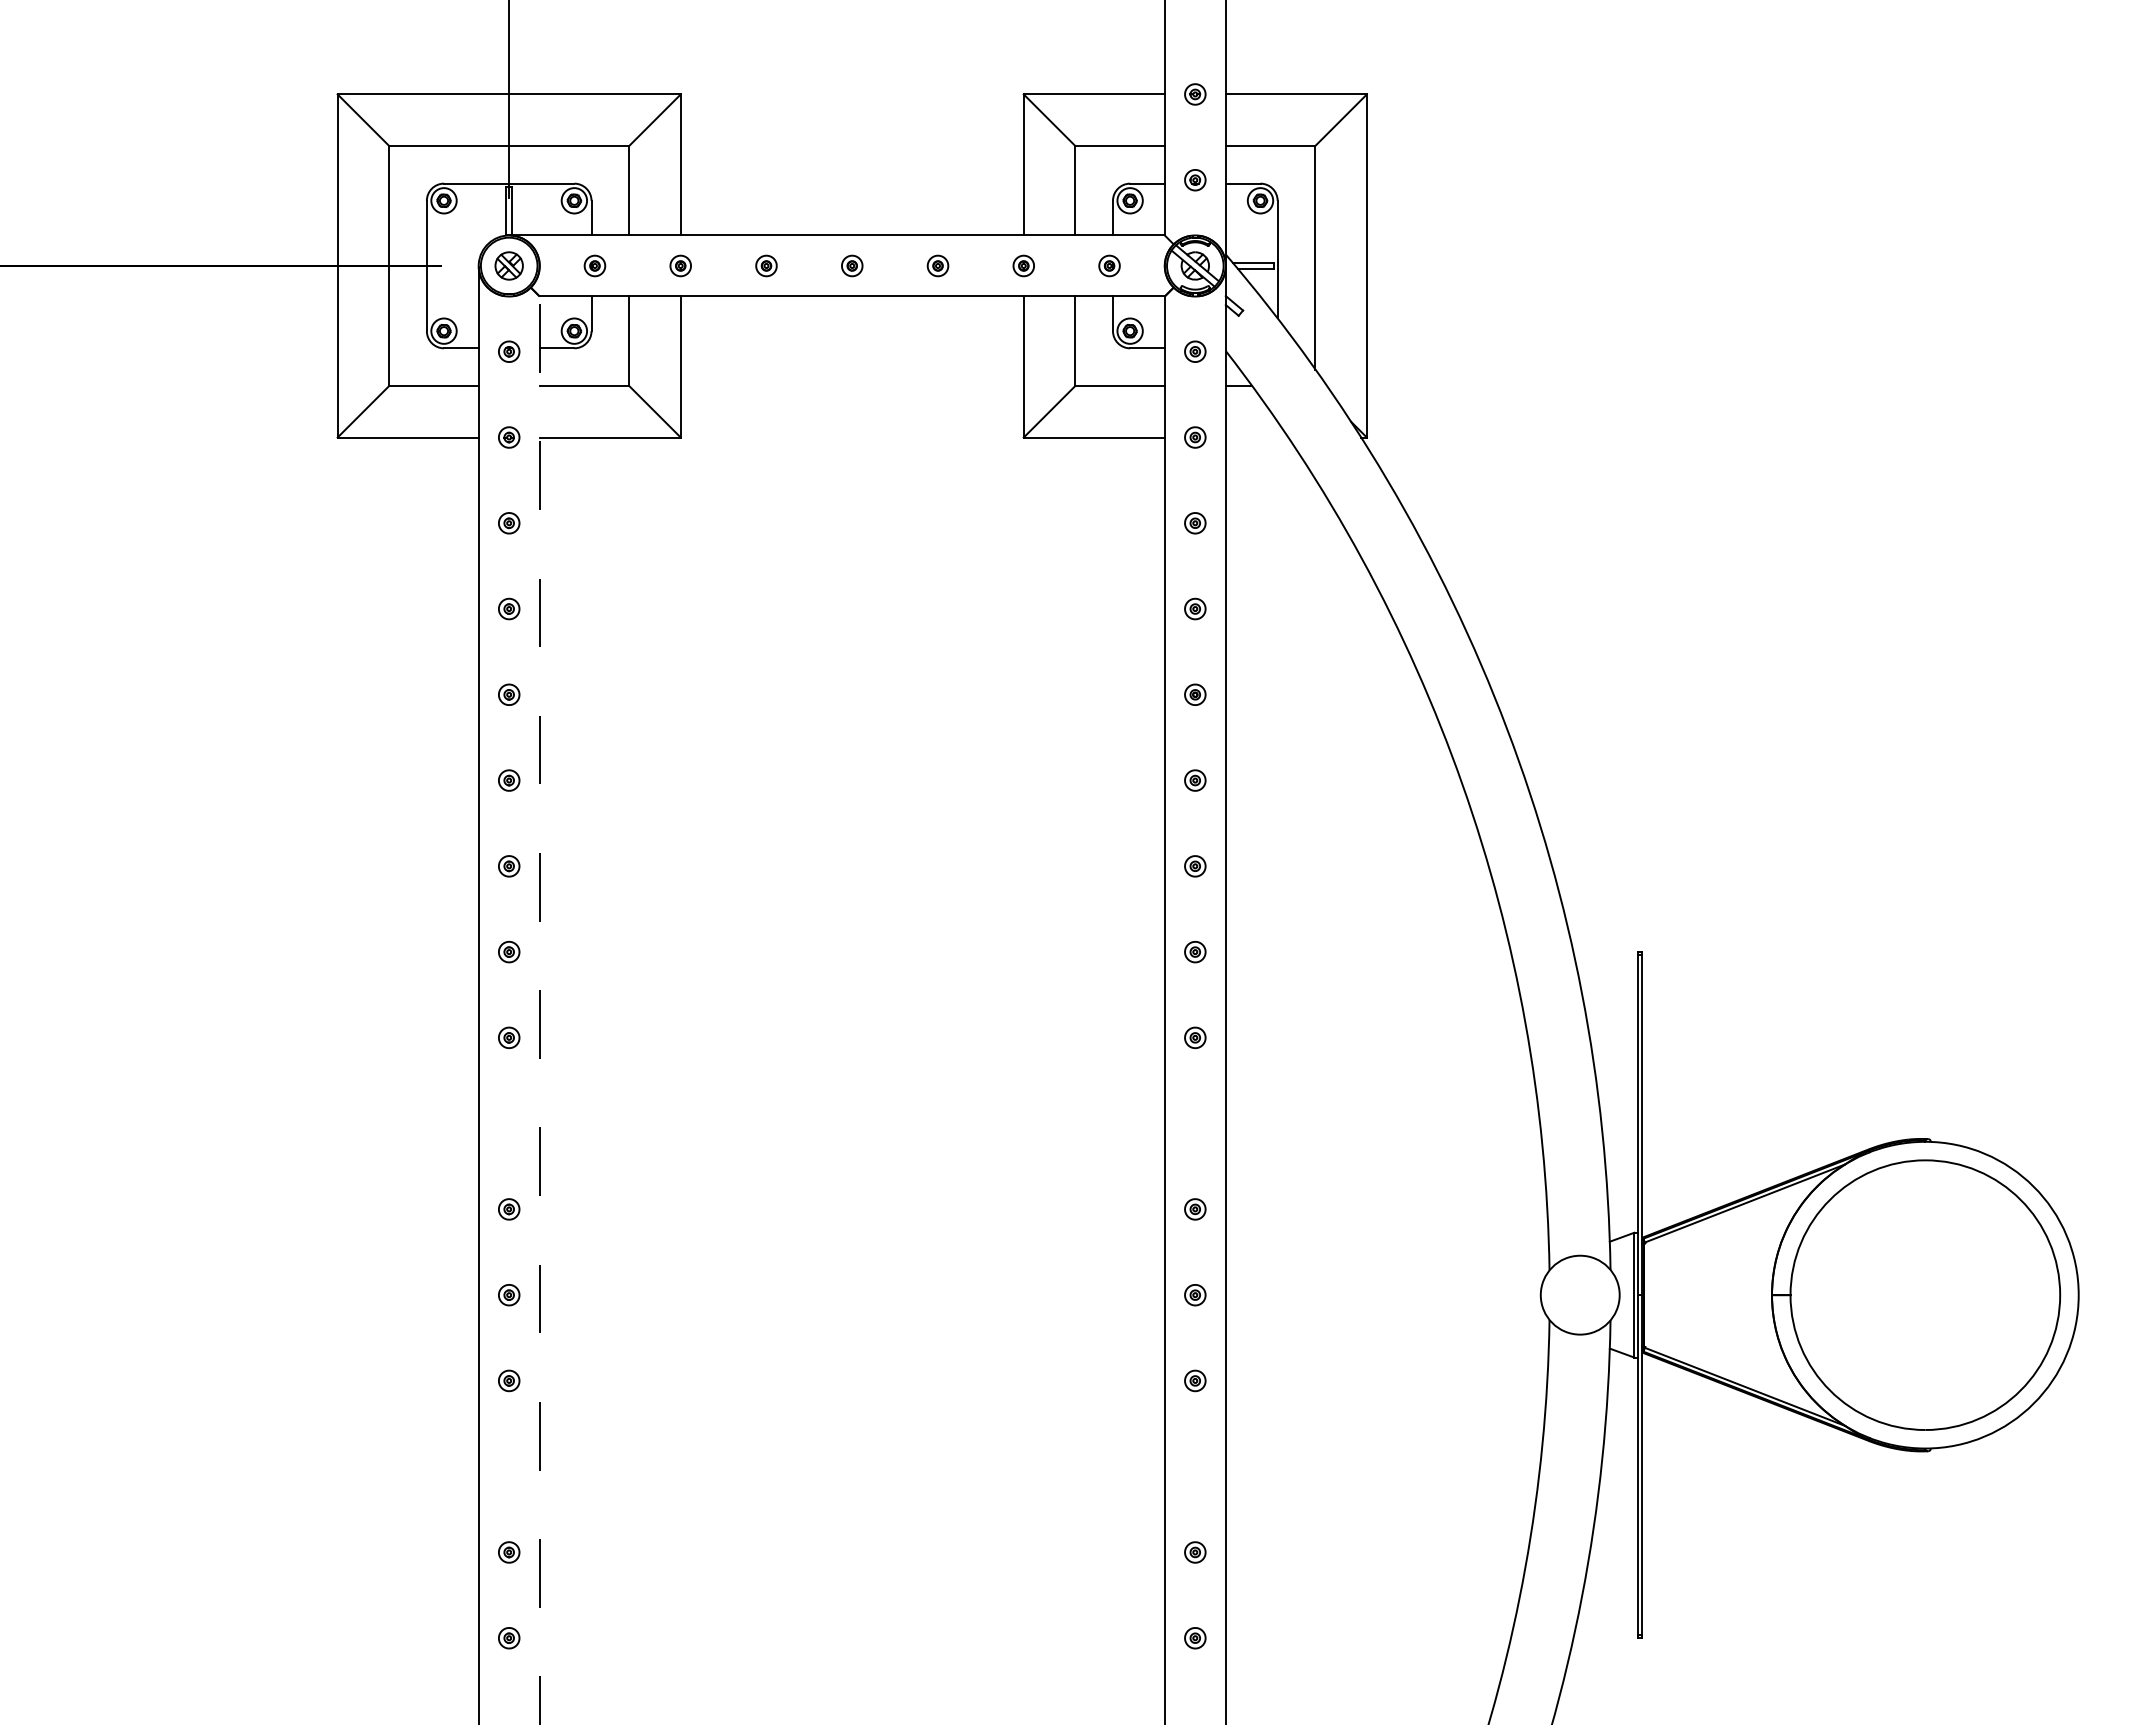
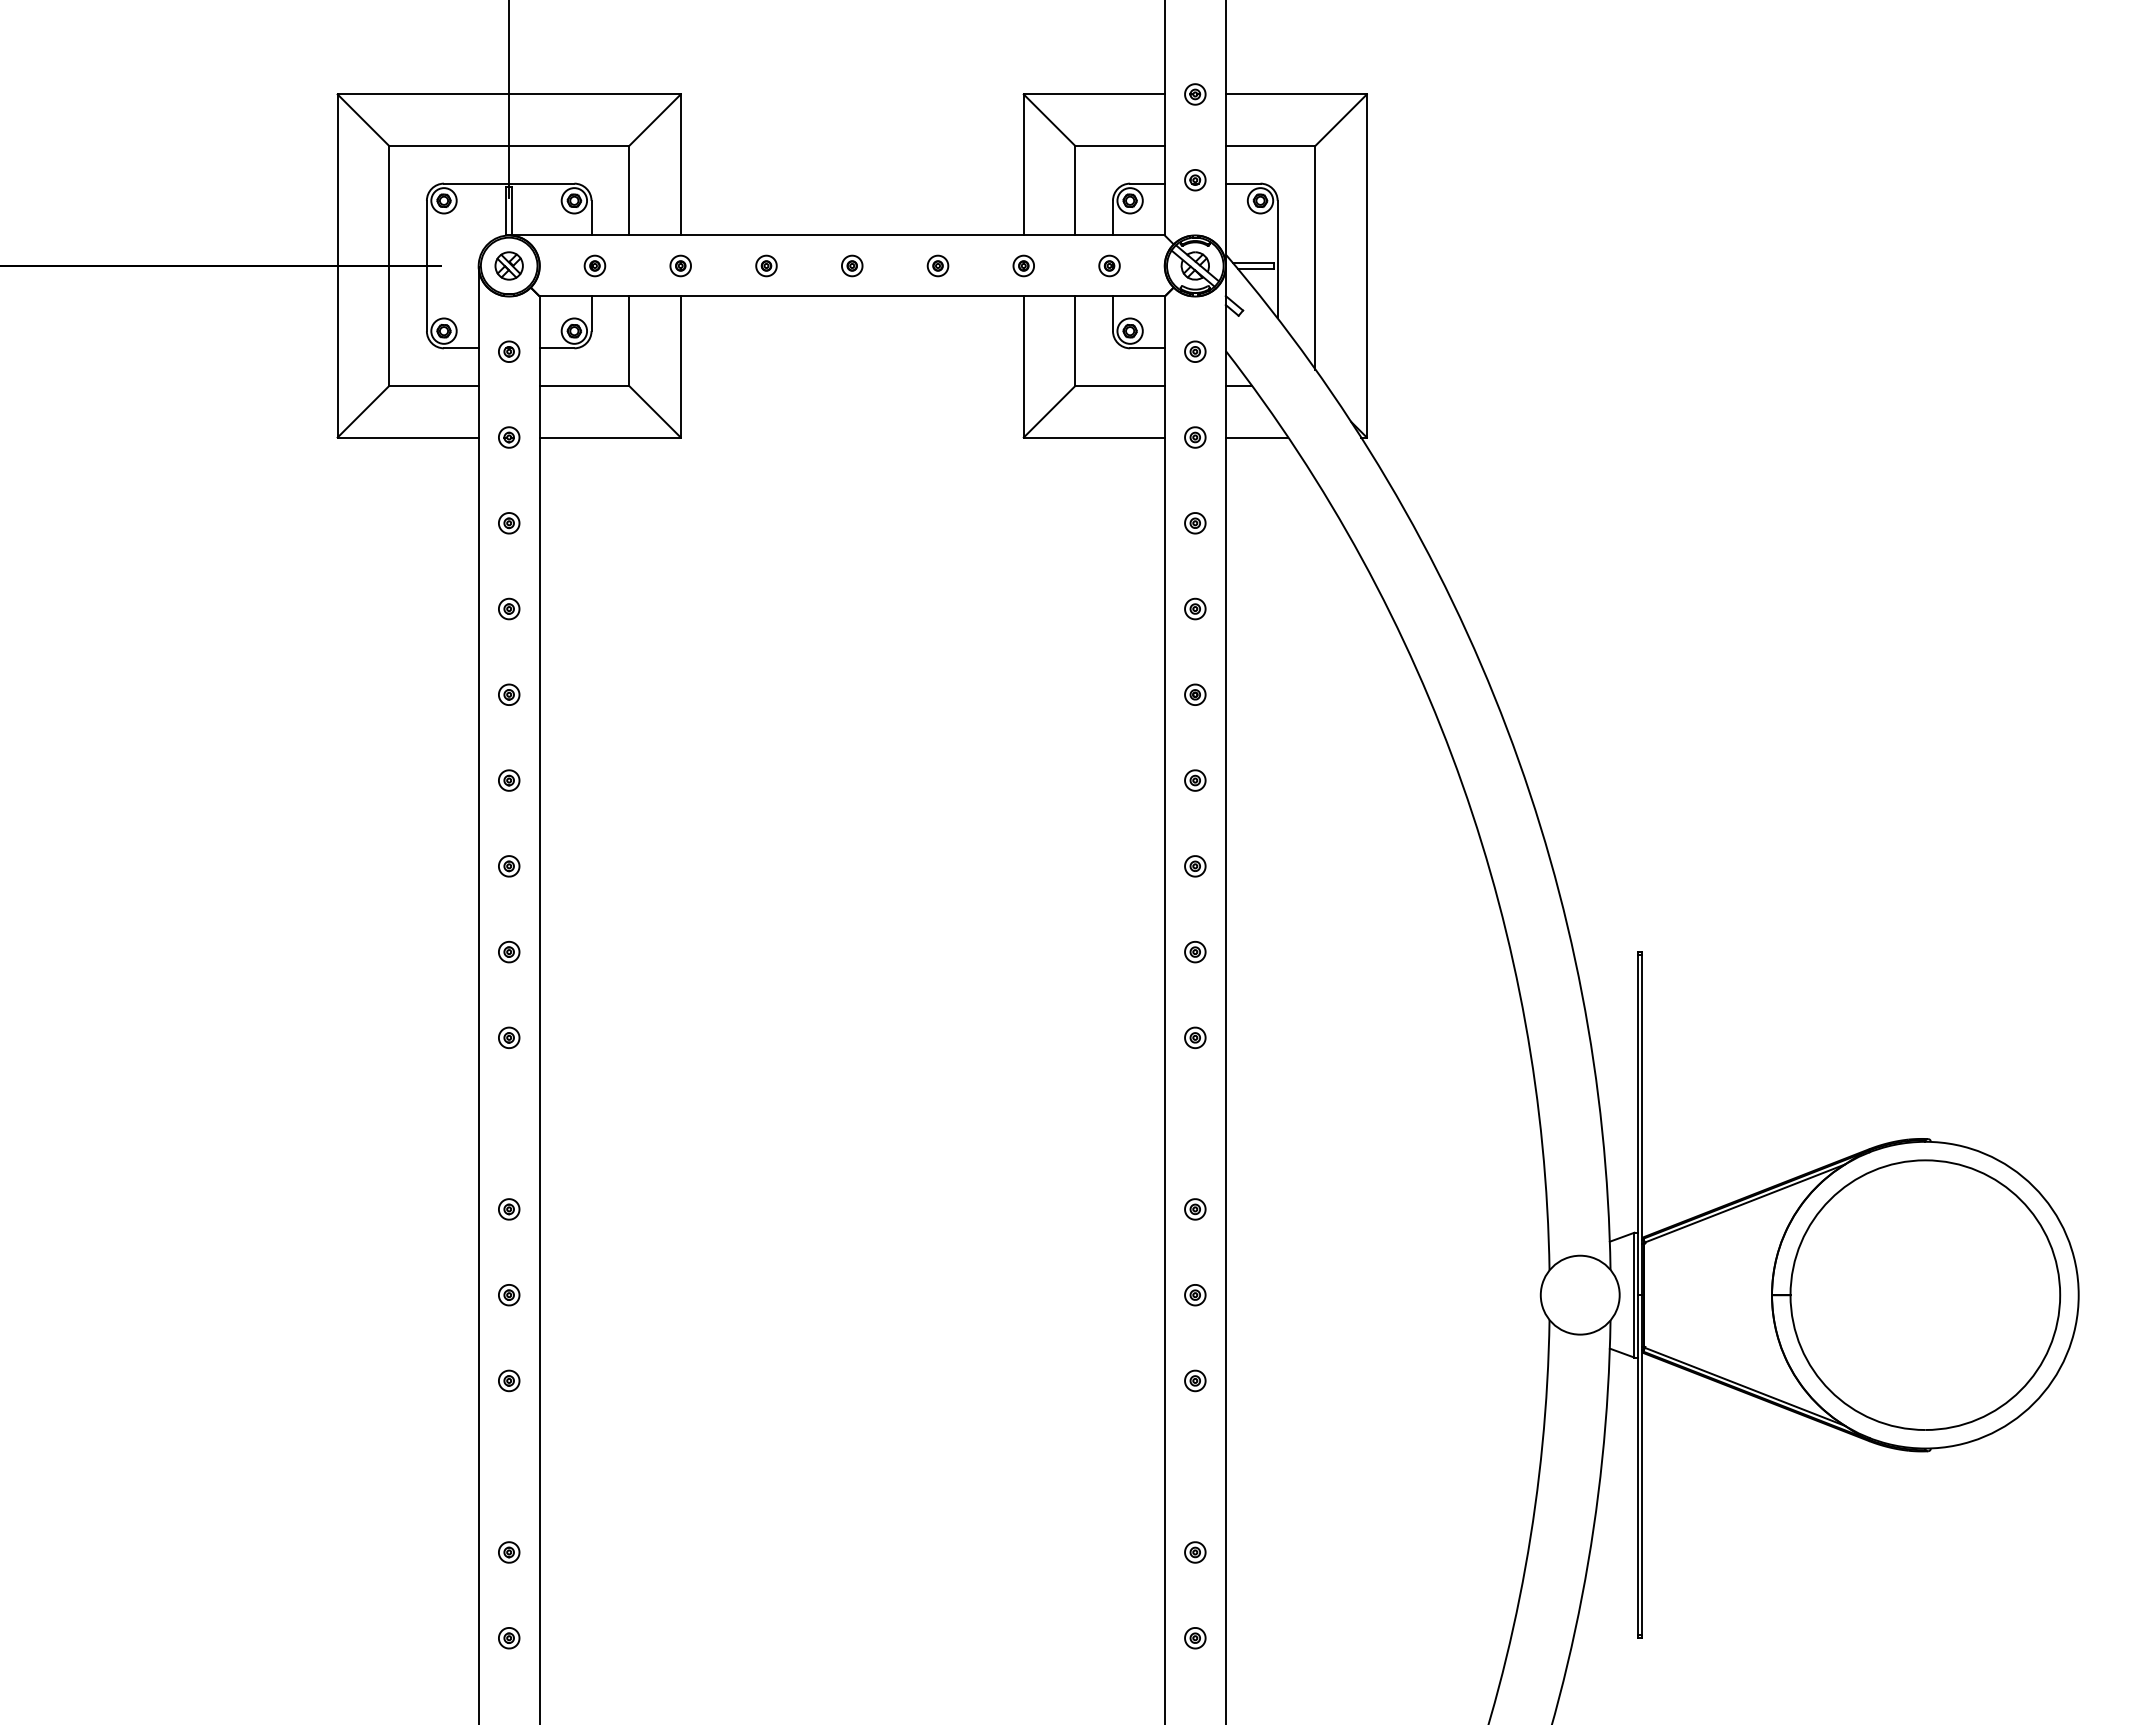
line at (1256, 437): none -> present
line at (539, 1010): dashed -> solid
